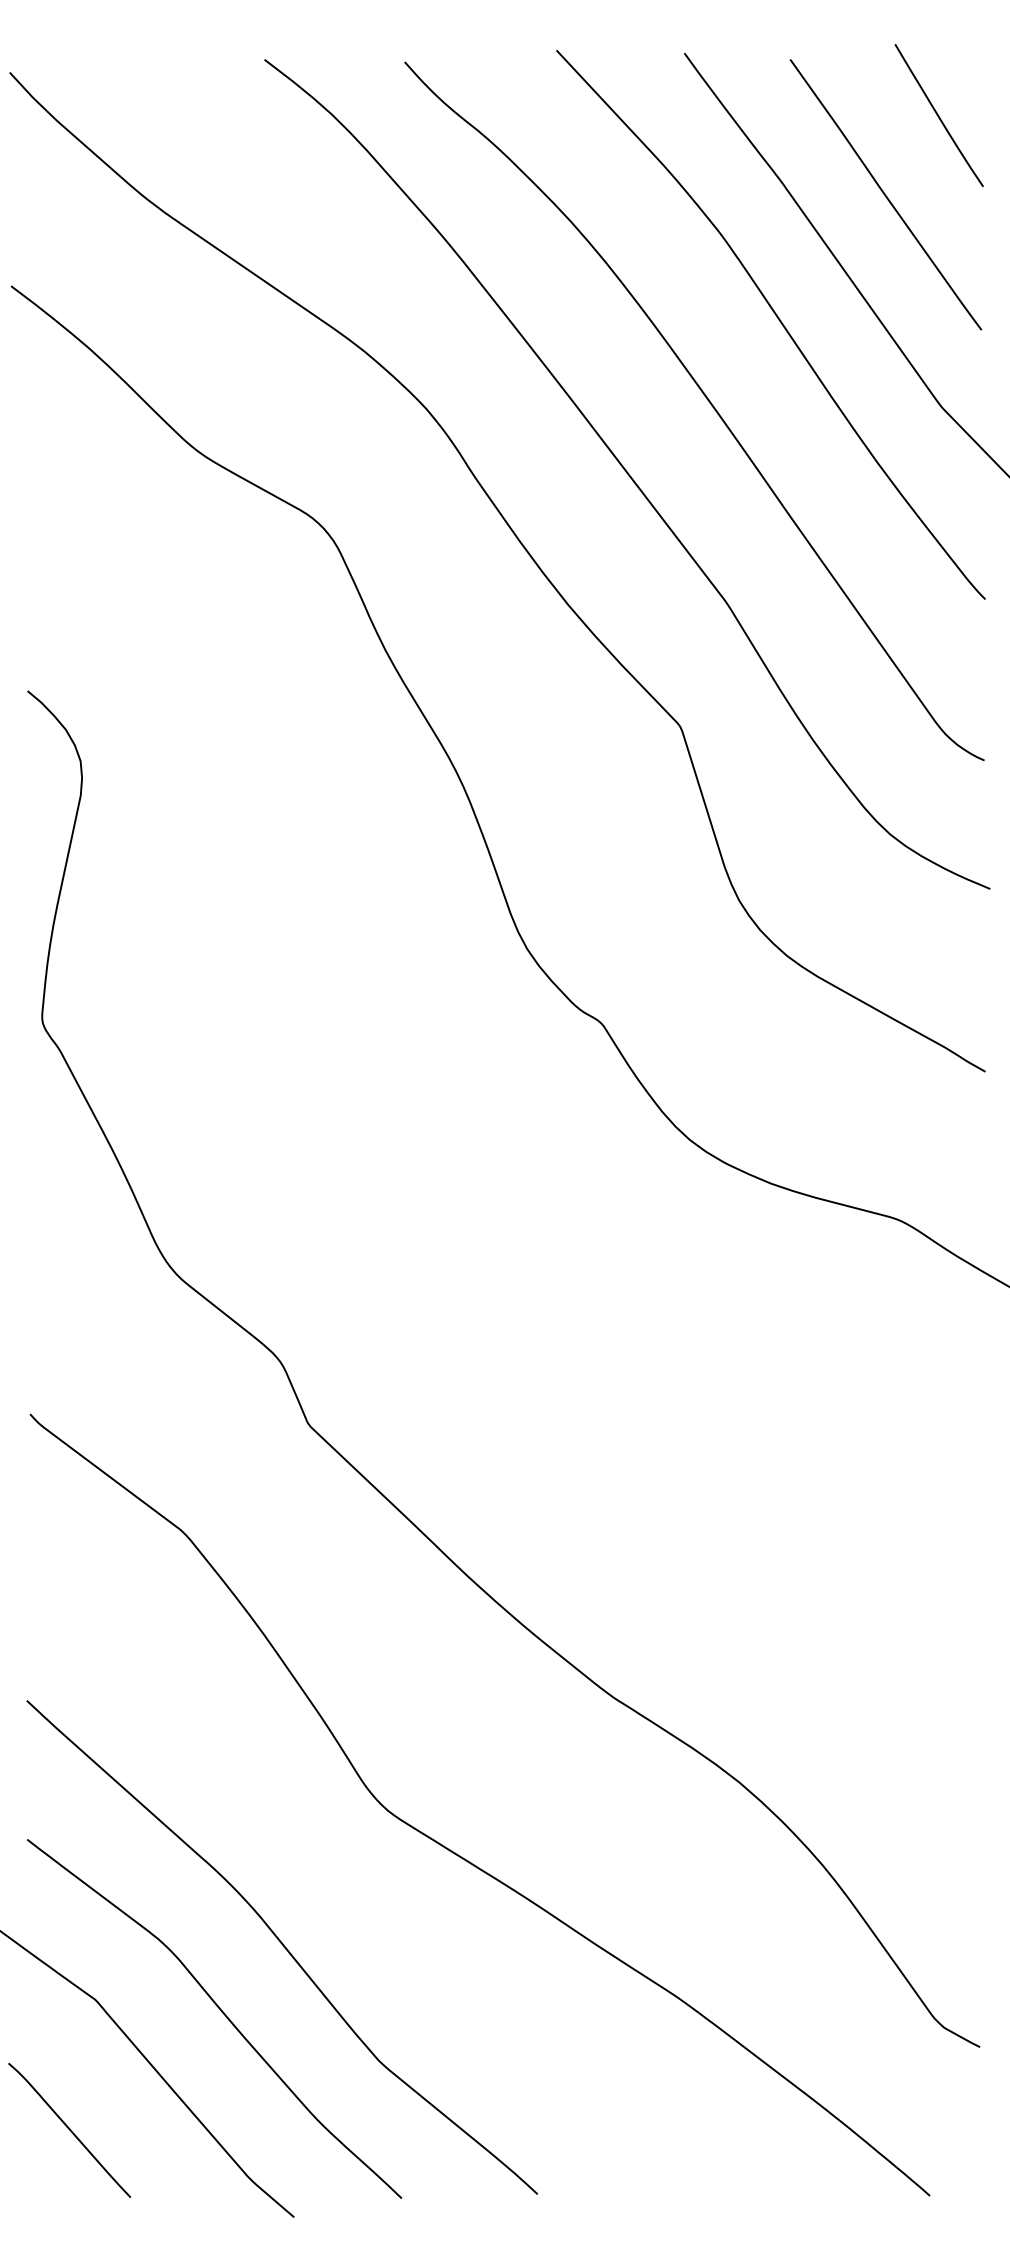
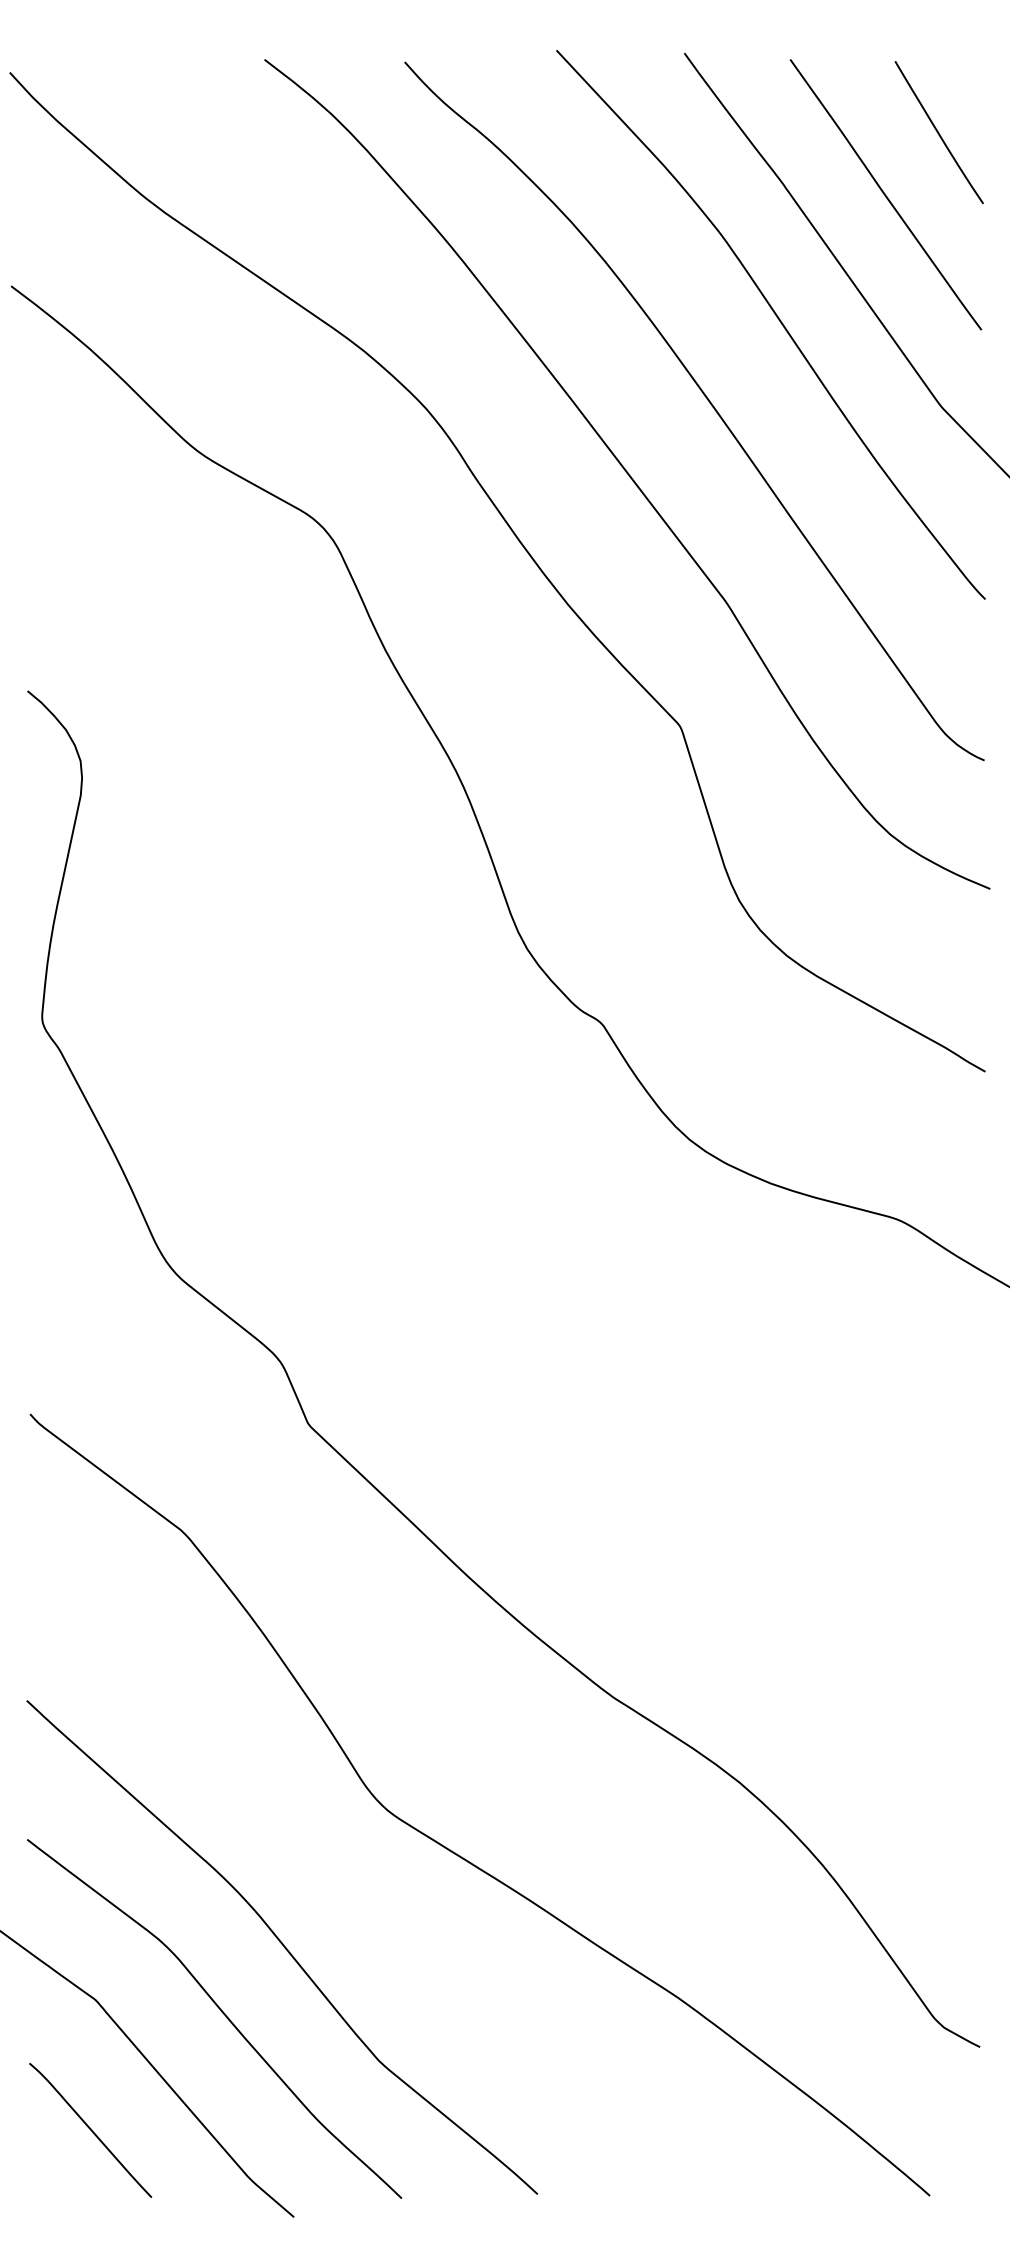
curve at (938, 115) position: (938, 115) -> (938, 132)
curve at (69, 2129) position: (69, 2129) -> (90, 2129)
